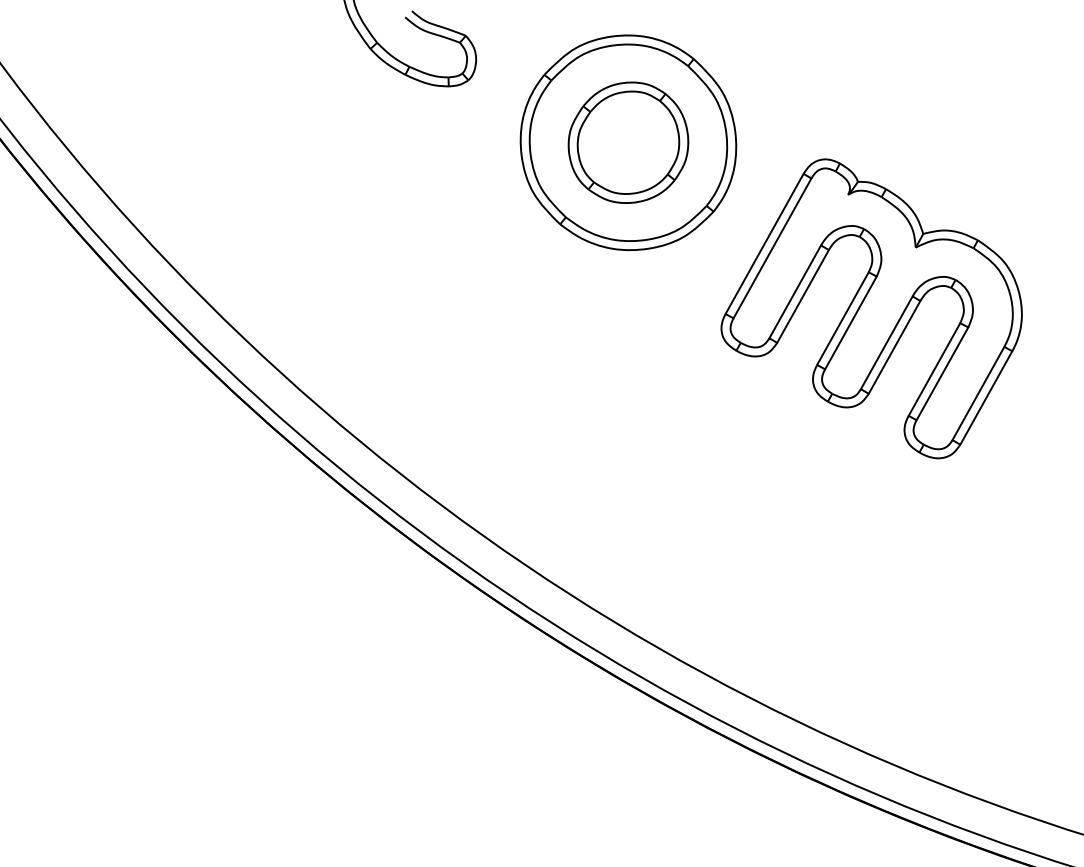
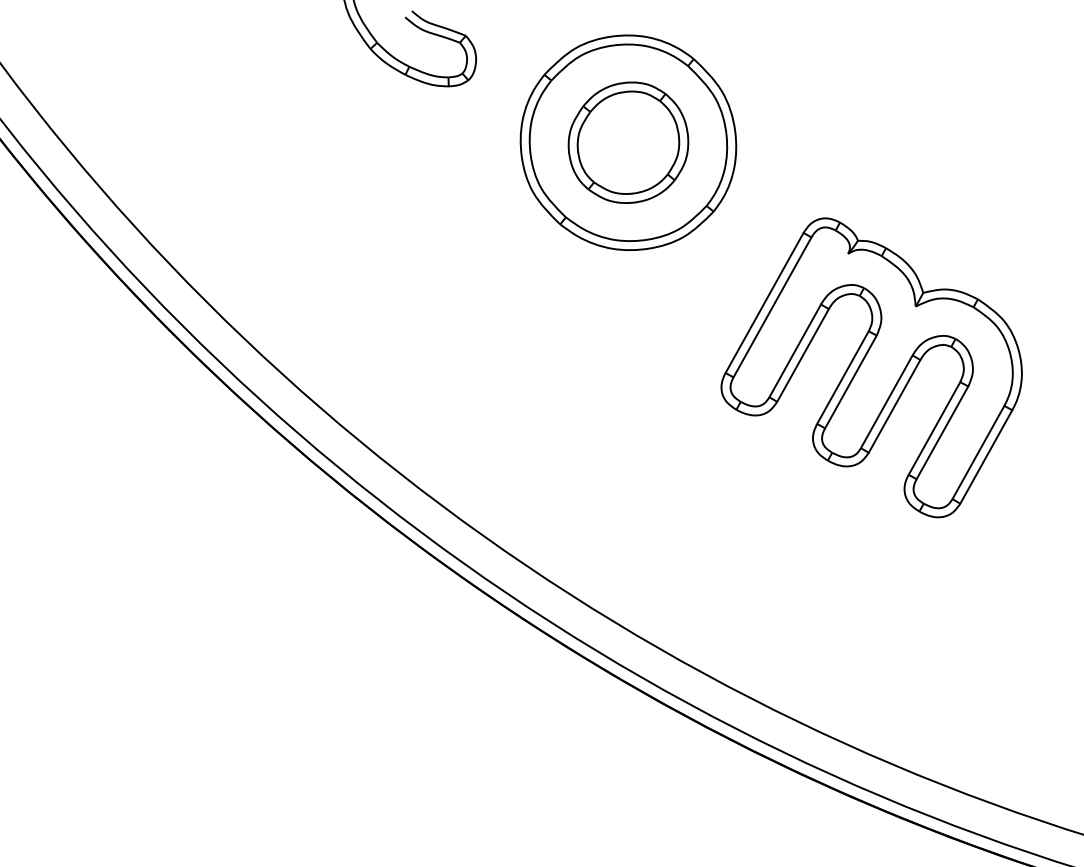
part at (871, 308) position: (871, 308) -> (871, 367)
